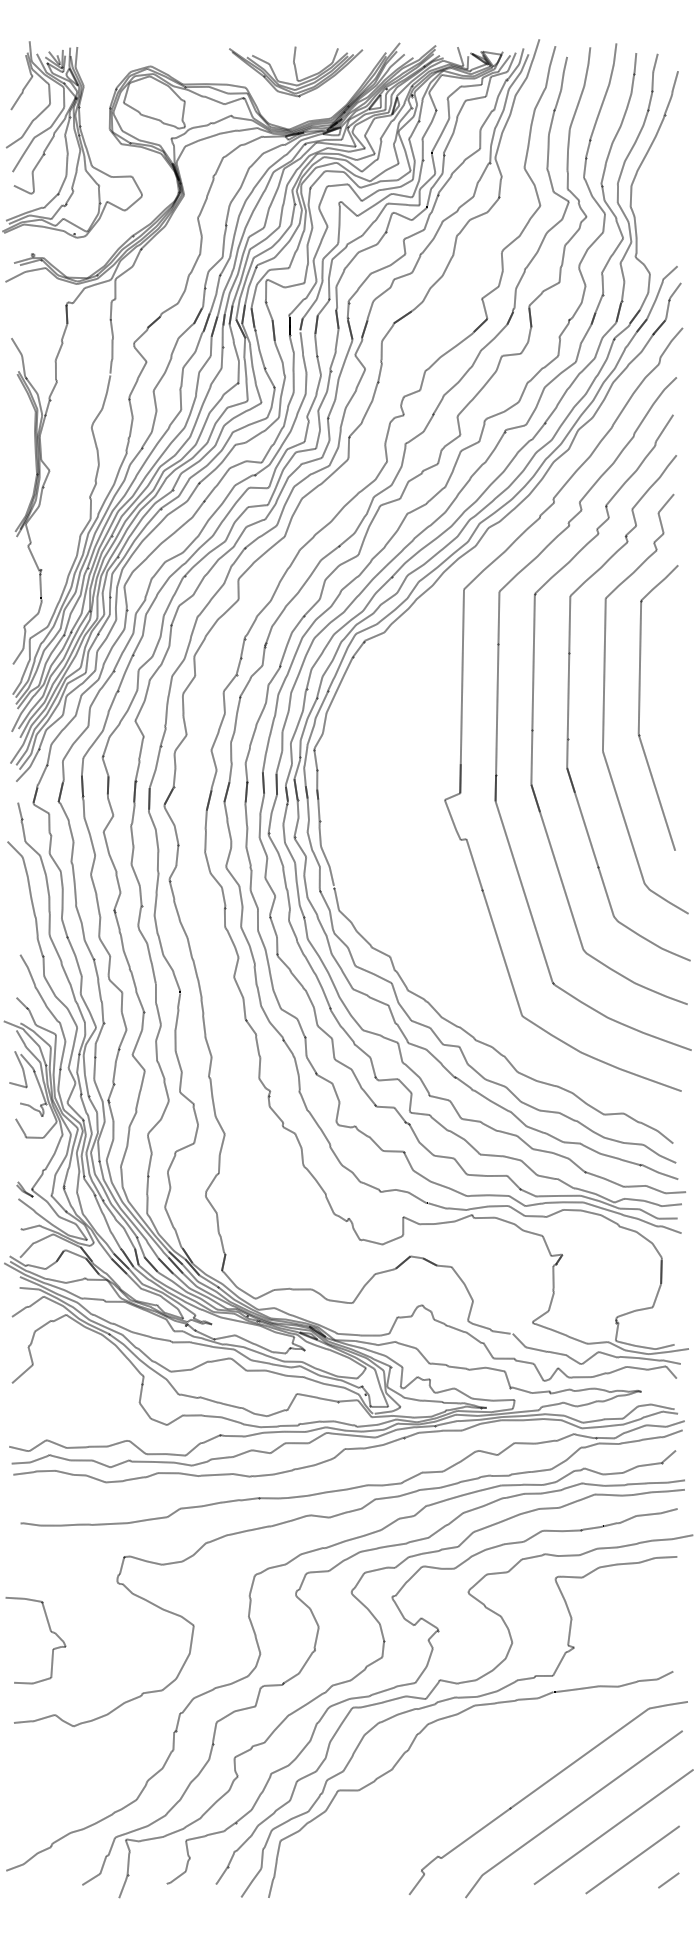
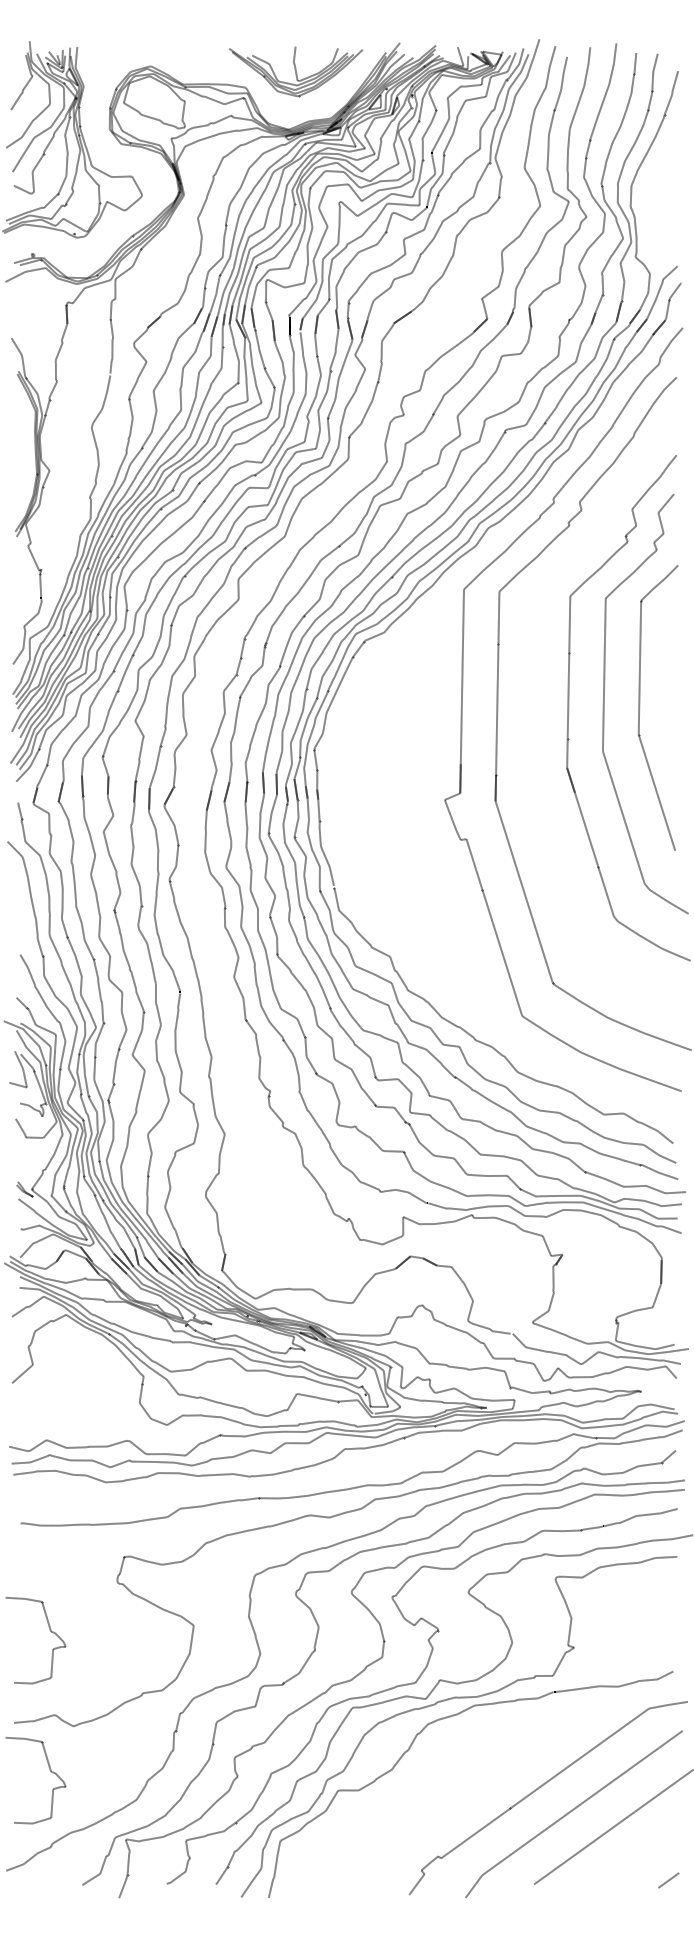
part at (533, 709): present -> none
curve at (49, 1770): none -> present
line at (632, 1859): present -> none
